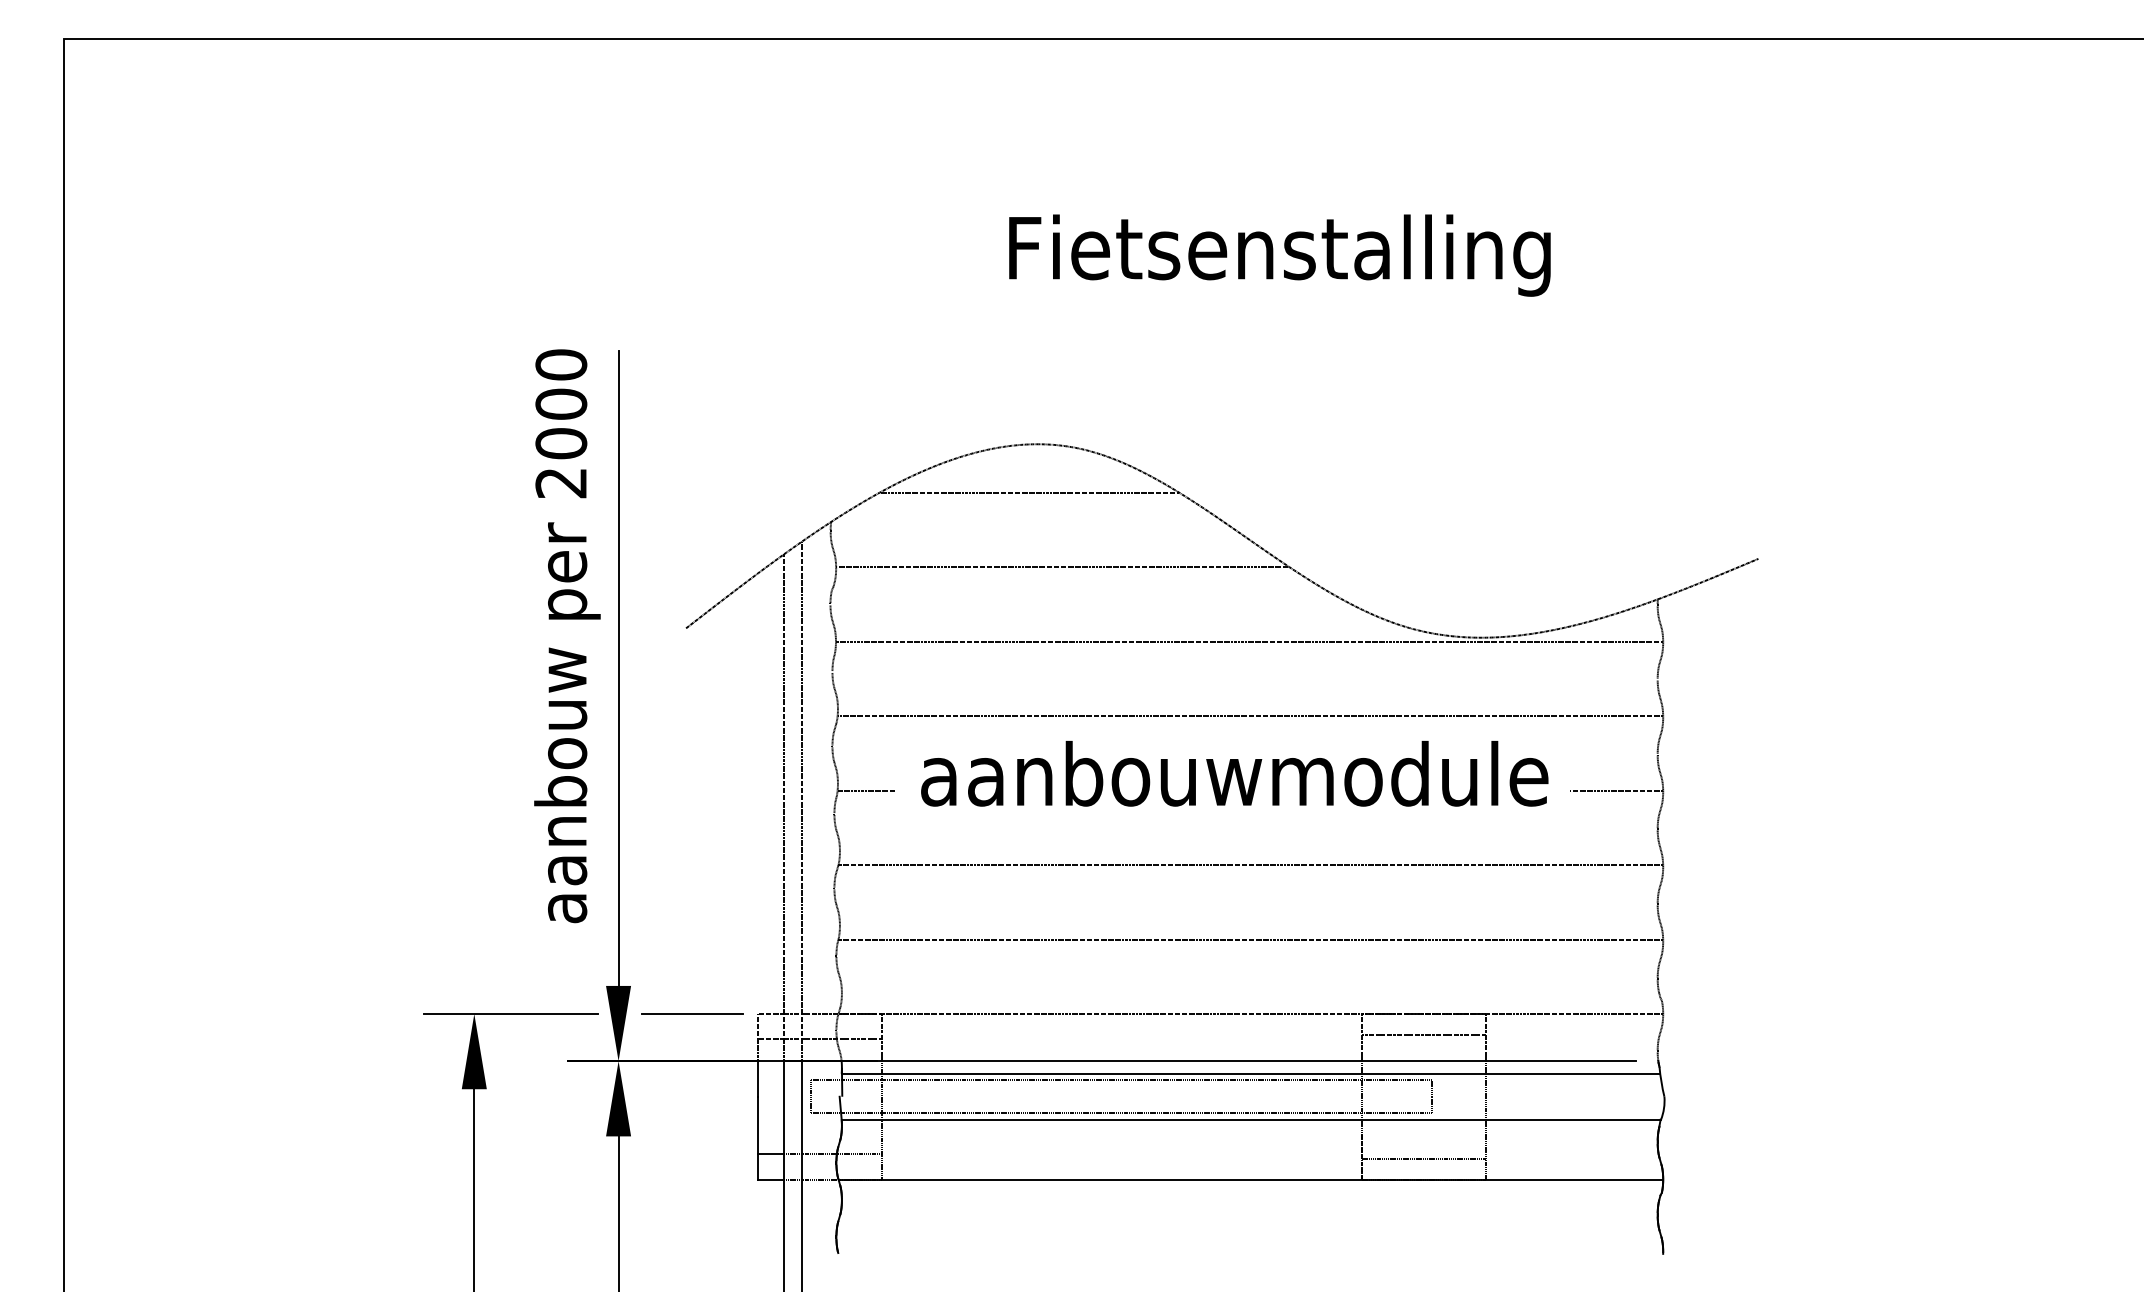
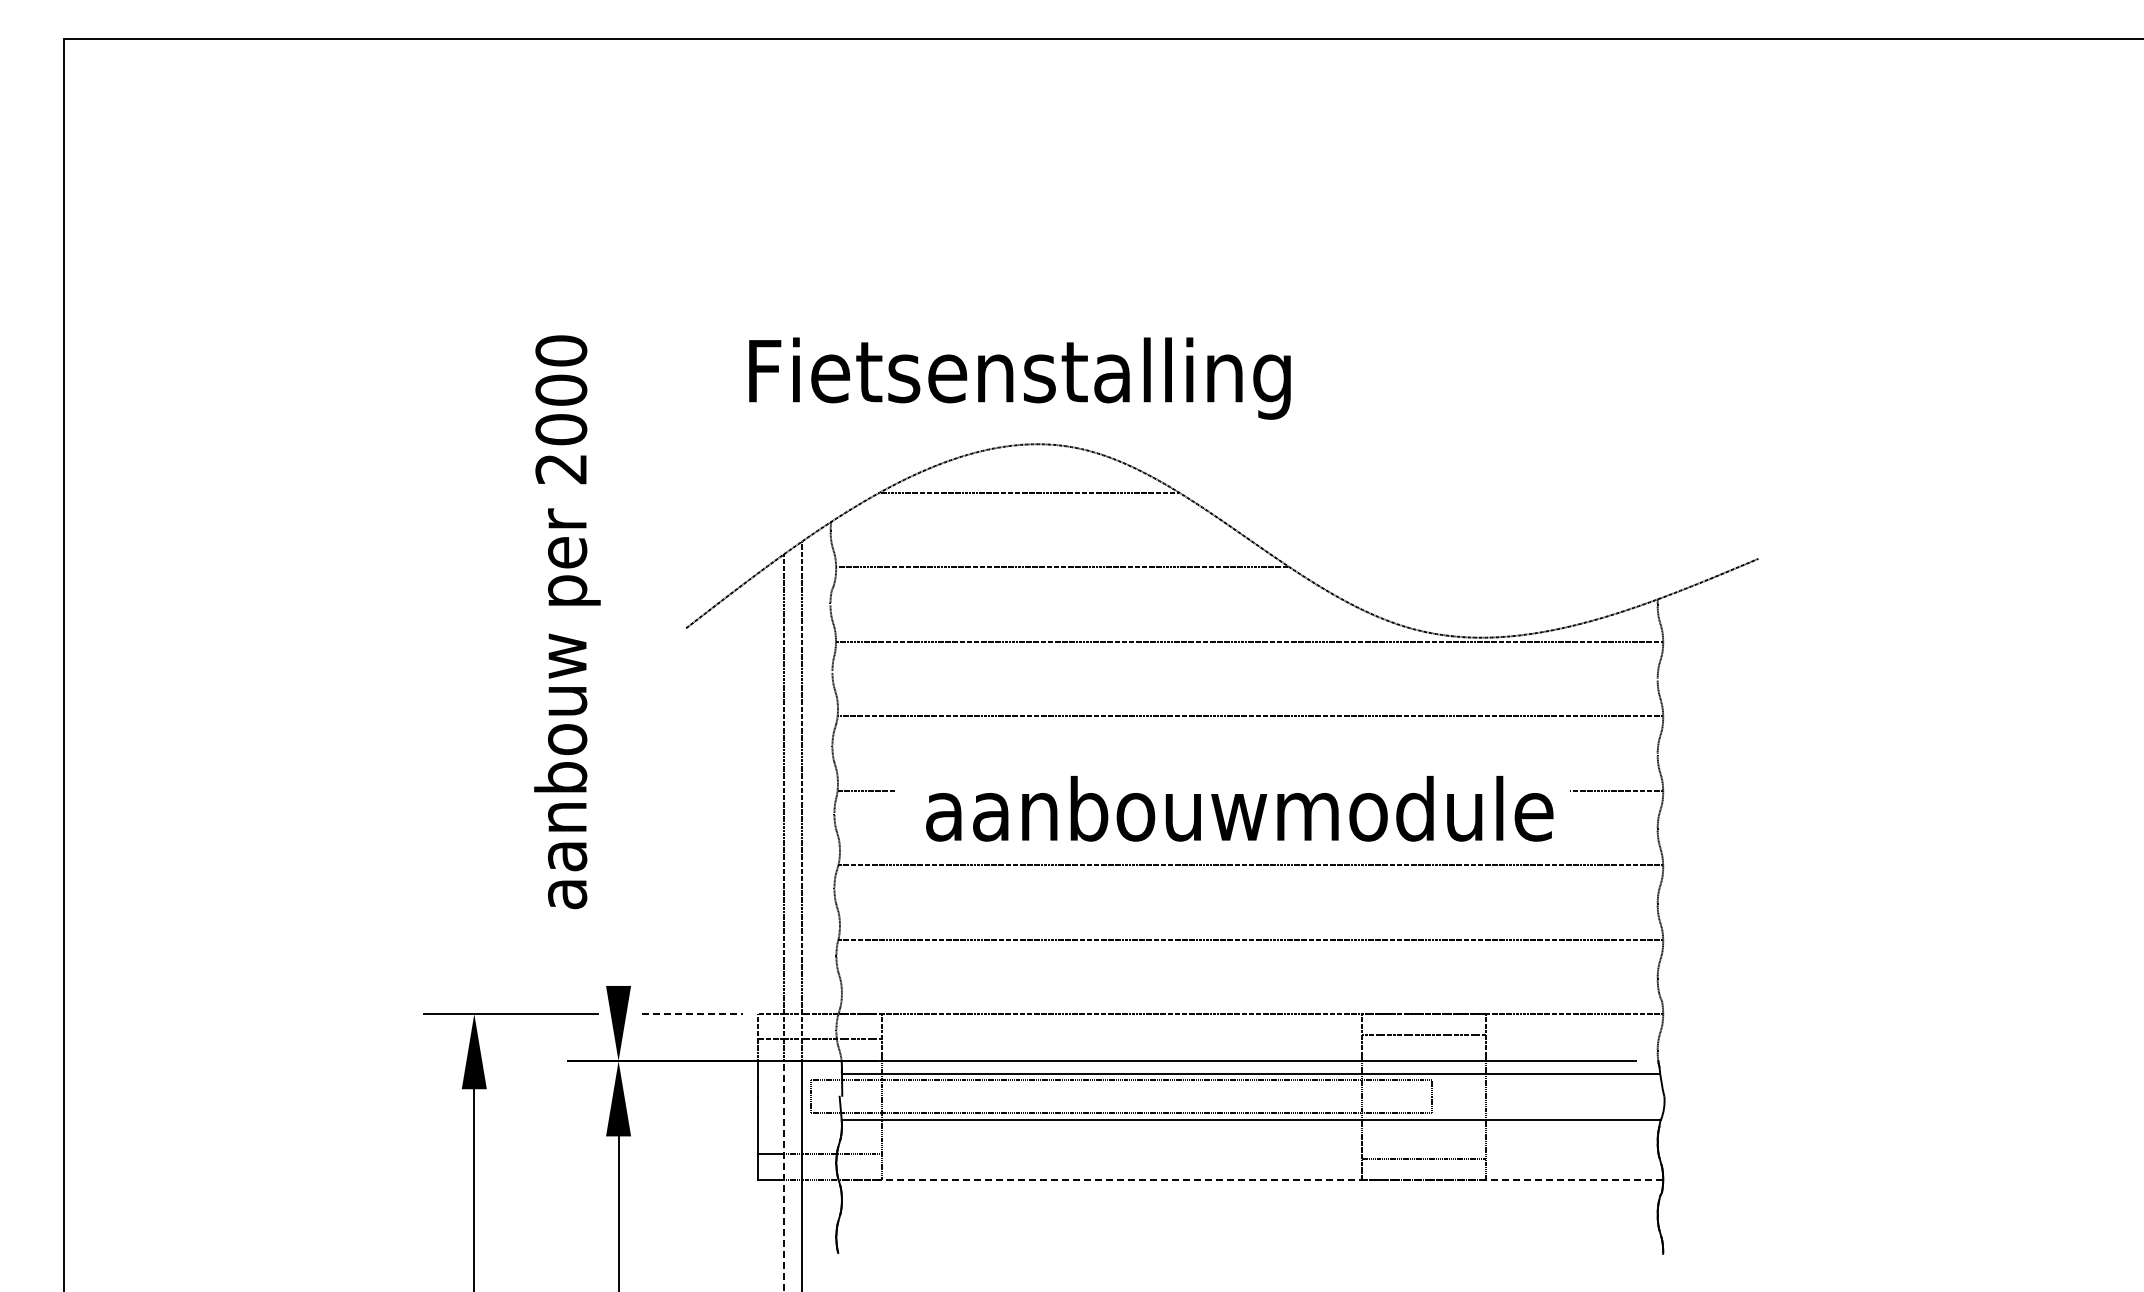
text at (1279, 255) position: (1279, 255) -> (1019, 378)
text at (567, 636) position: (567, 636) -> (567, 622)
line at (618, 668): present -> none
text at (1234, 773) position: (1234, 773) -> (1239, 808)
line at (692, 1014): solid -> dashed
line at (784, 1176): solid -> dashed
line at (1250, 1179): solid -> dashed
